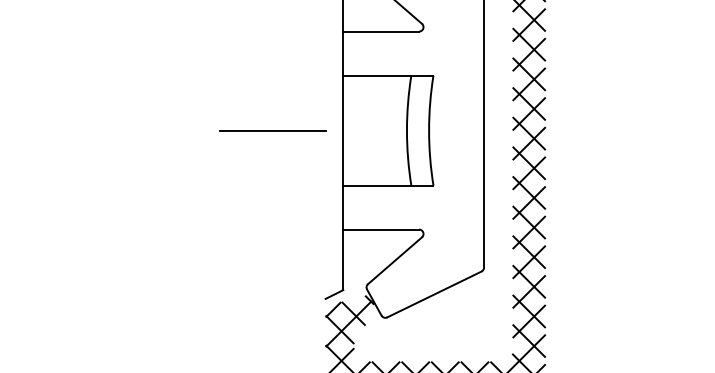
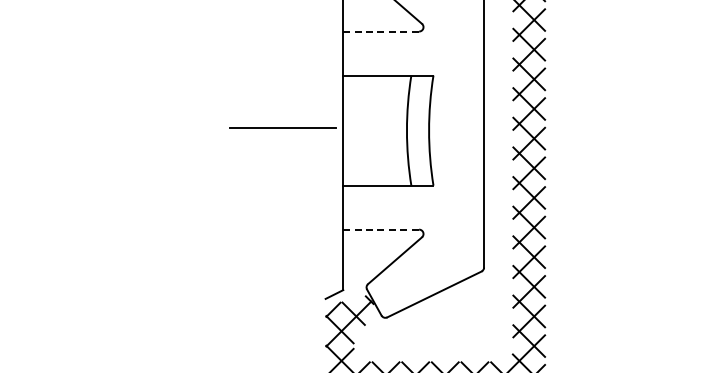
line at (381, 31): solid -> dashed
line at (272, 130) position: (272, 130) -> (282, 127)
line at (381, 229): solid -> dashed
